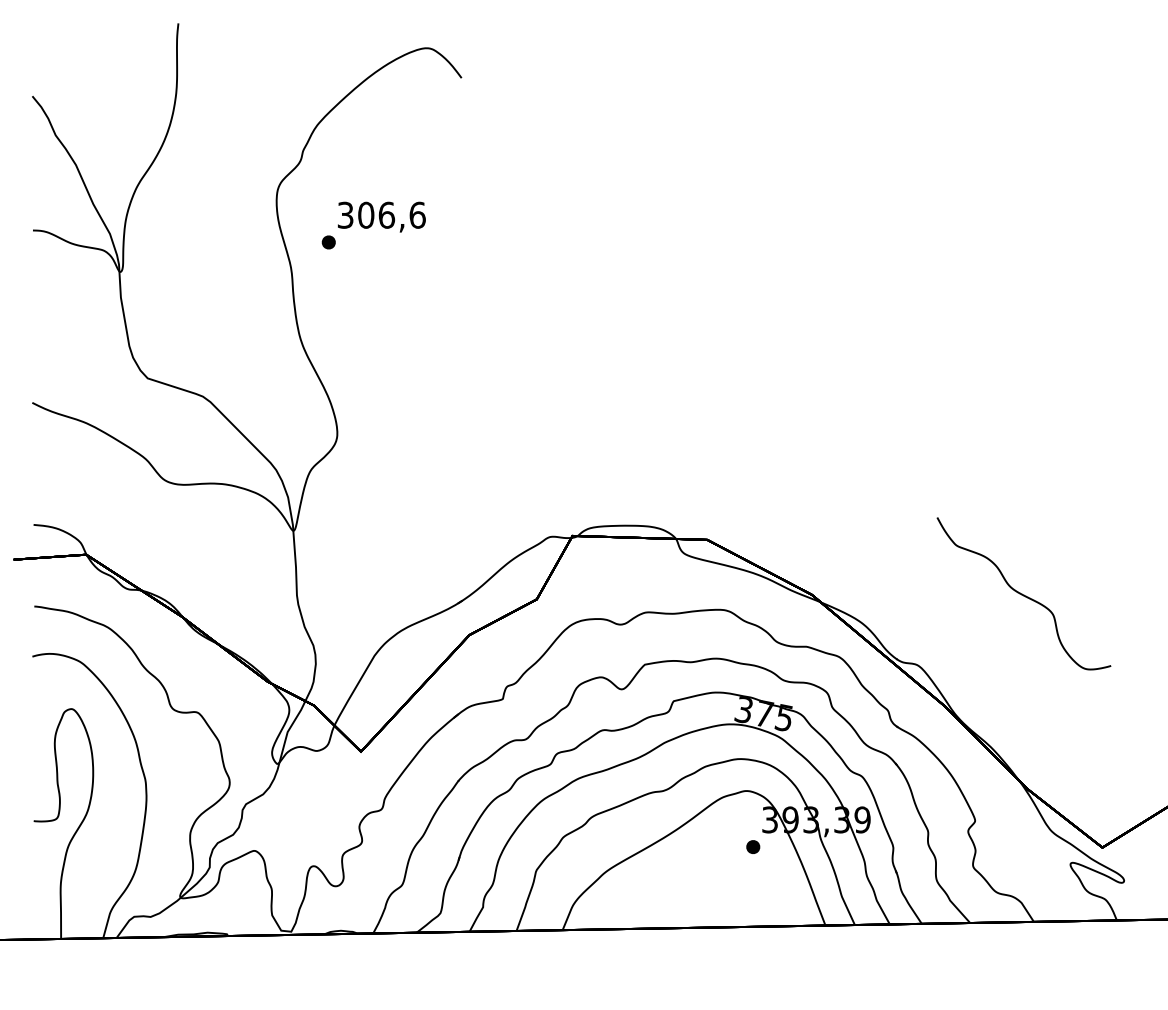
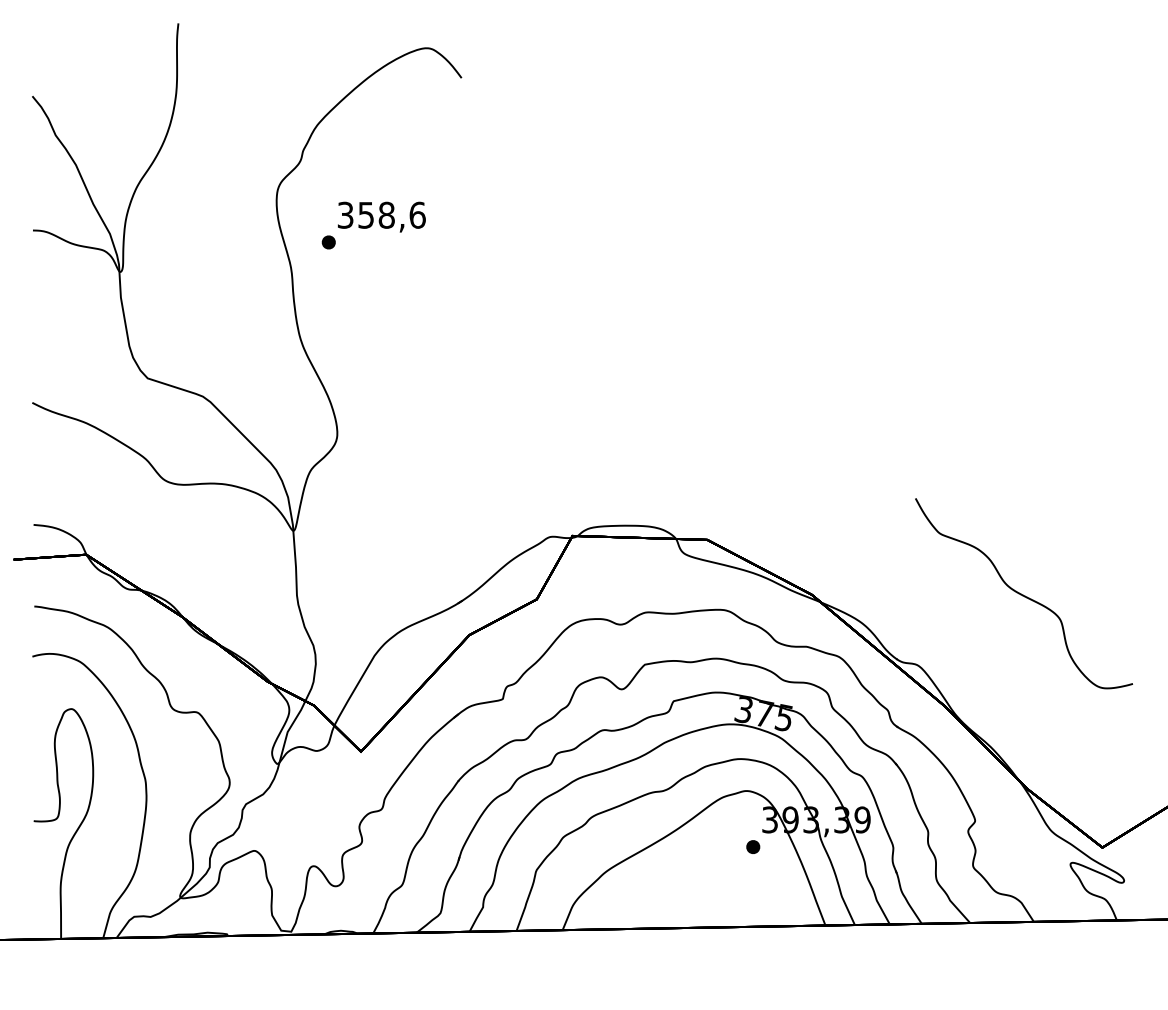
text at (376, 214): 306,6 -> 358,6
part at (1023, 593) size: 176x154 px -> 218x192 px
